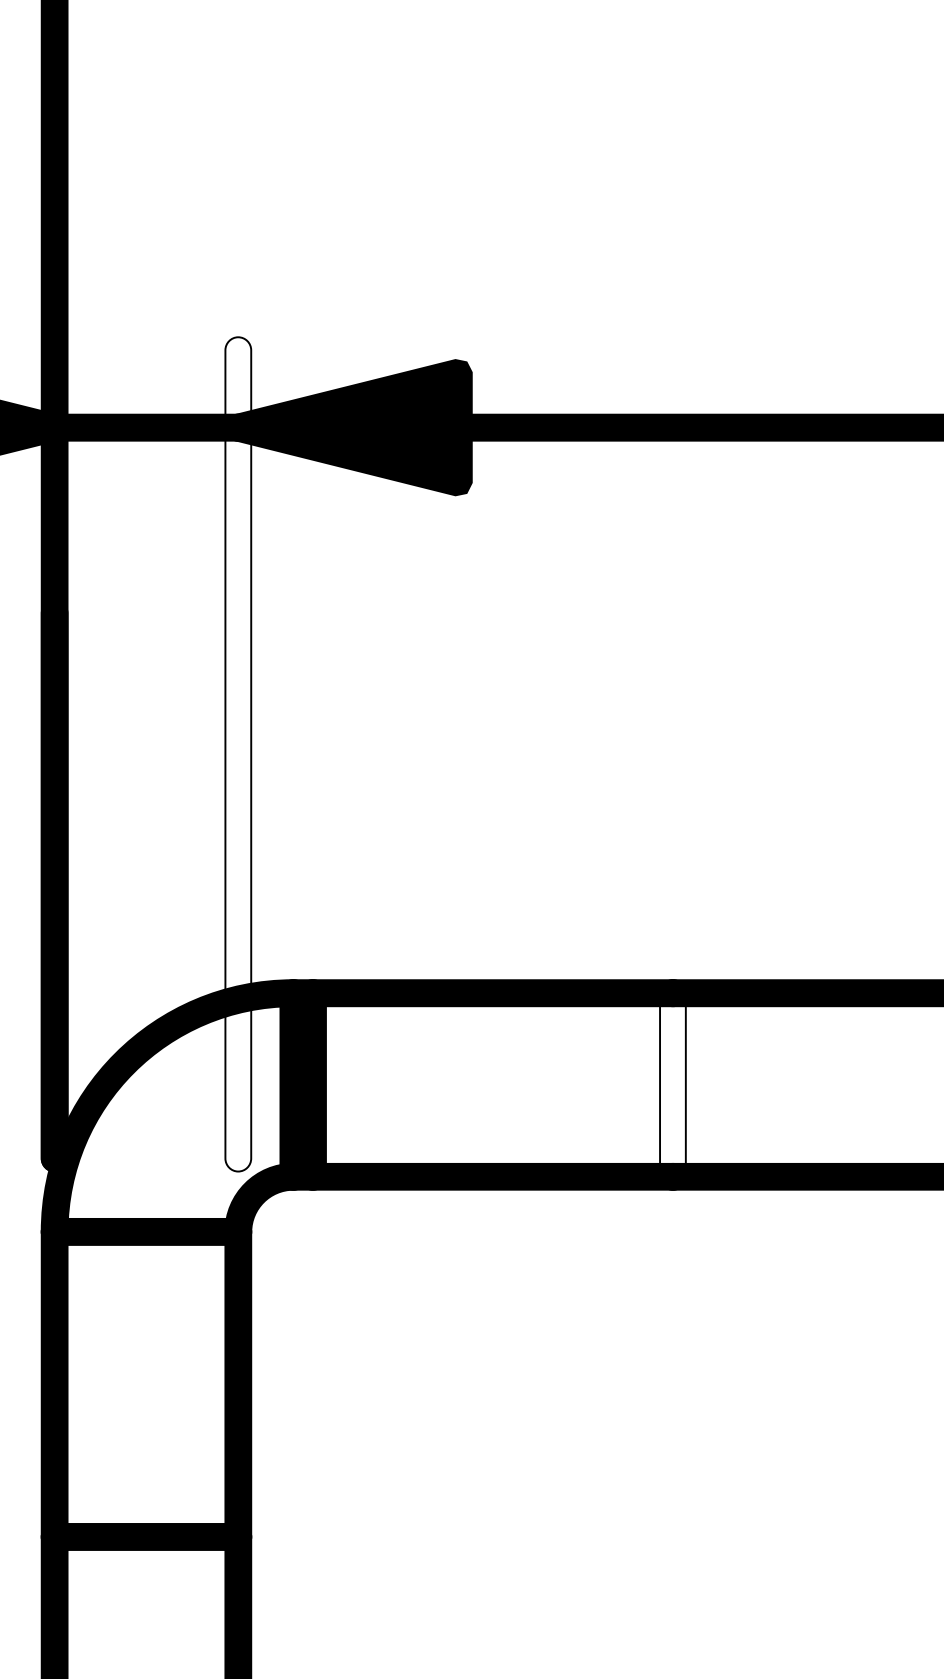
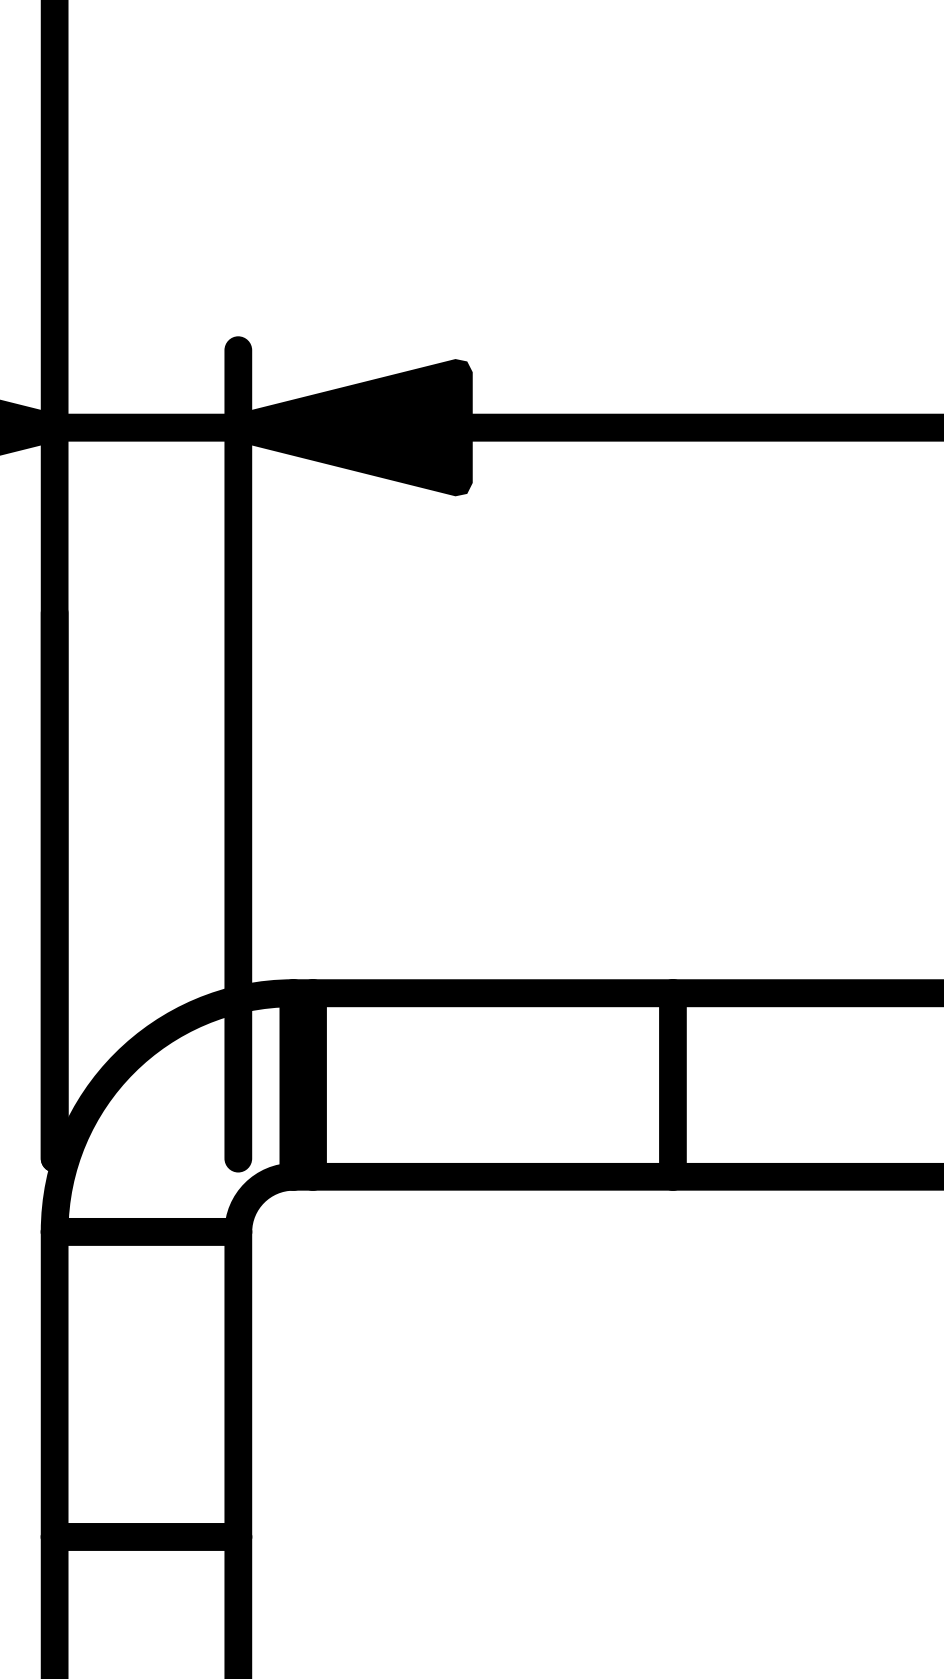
fill at (238, 754): none -> present
fill at (672, 1084): none -> present
